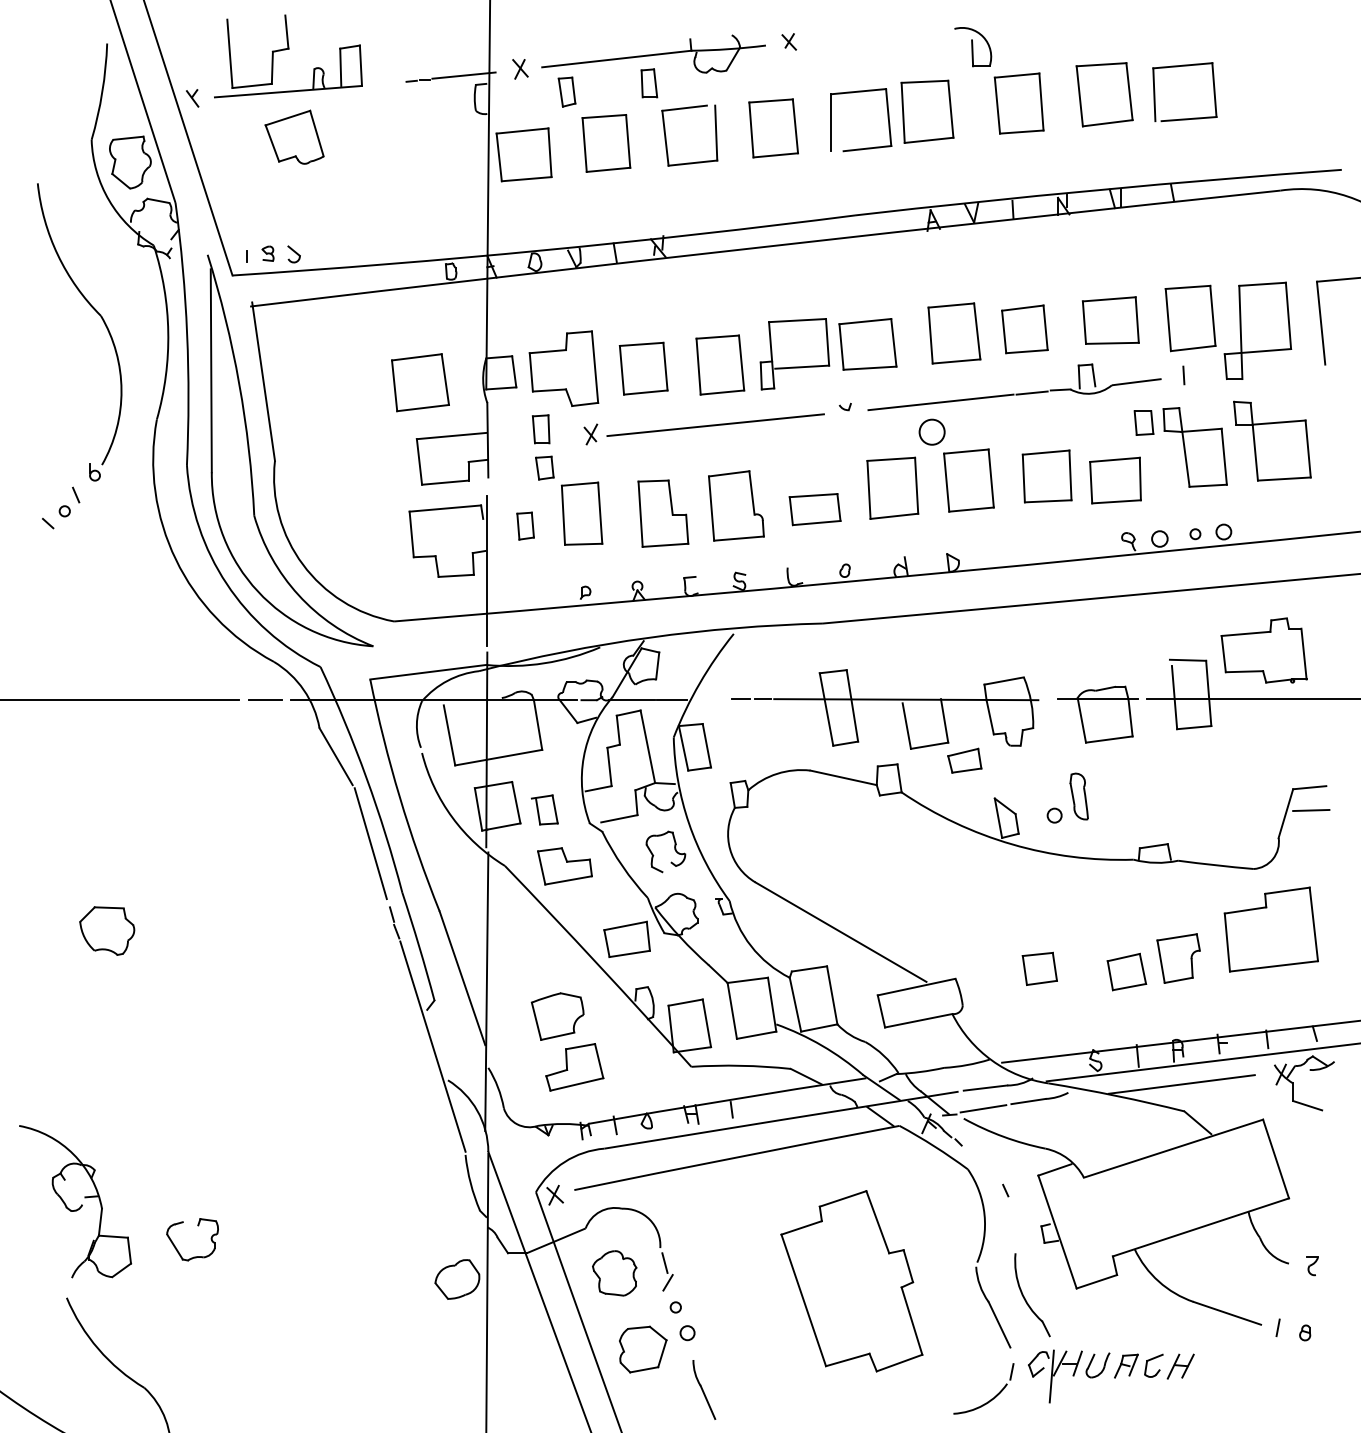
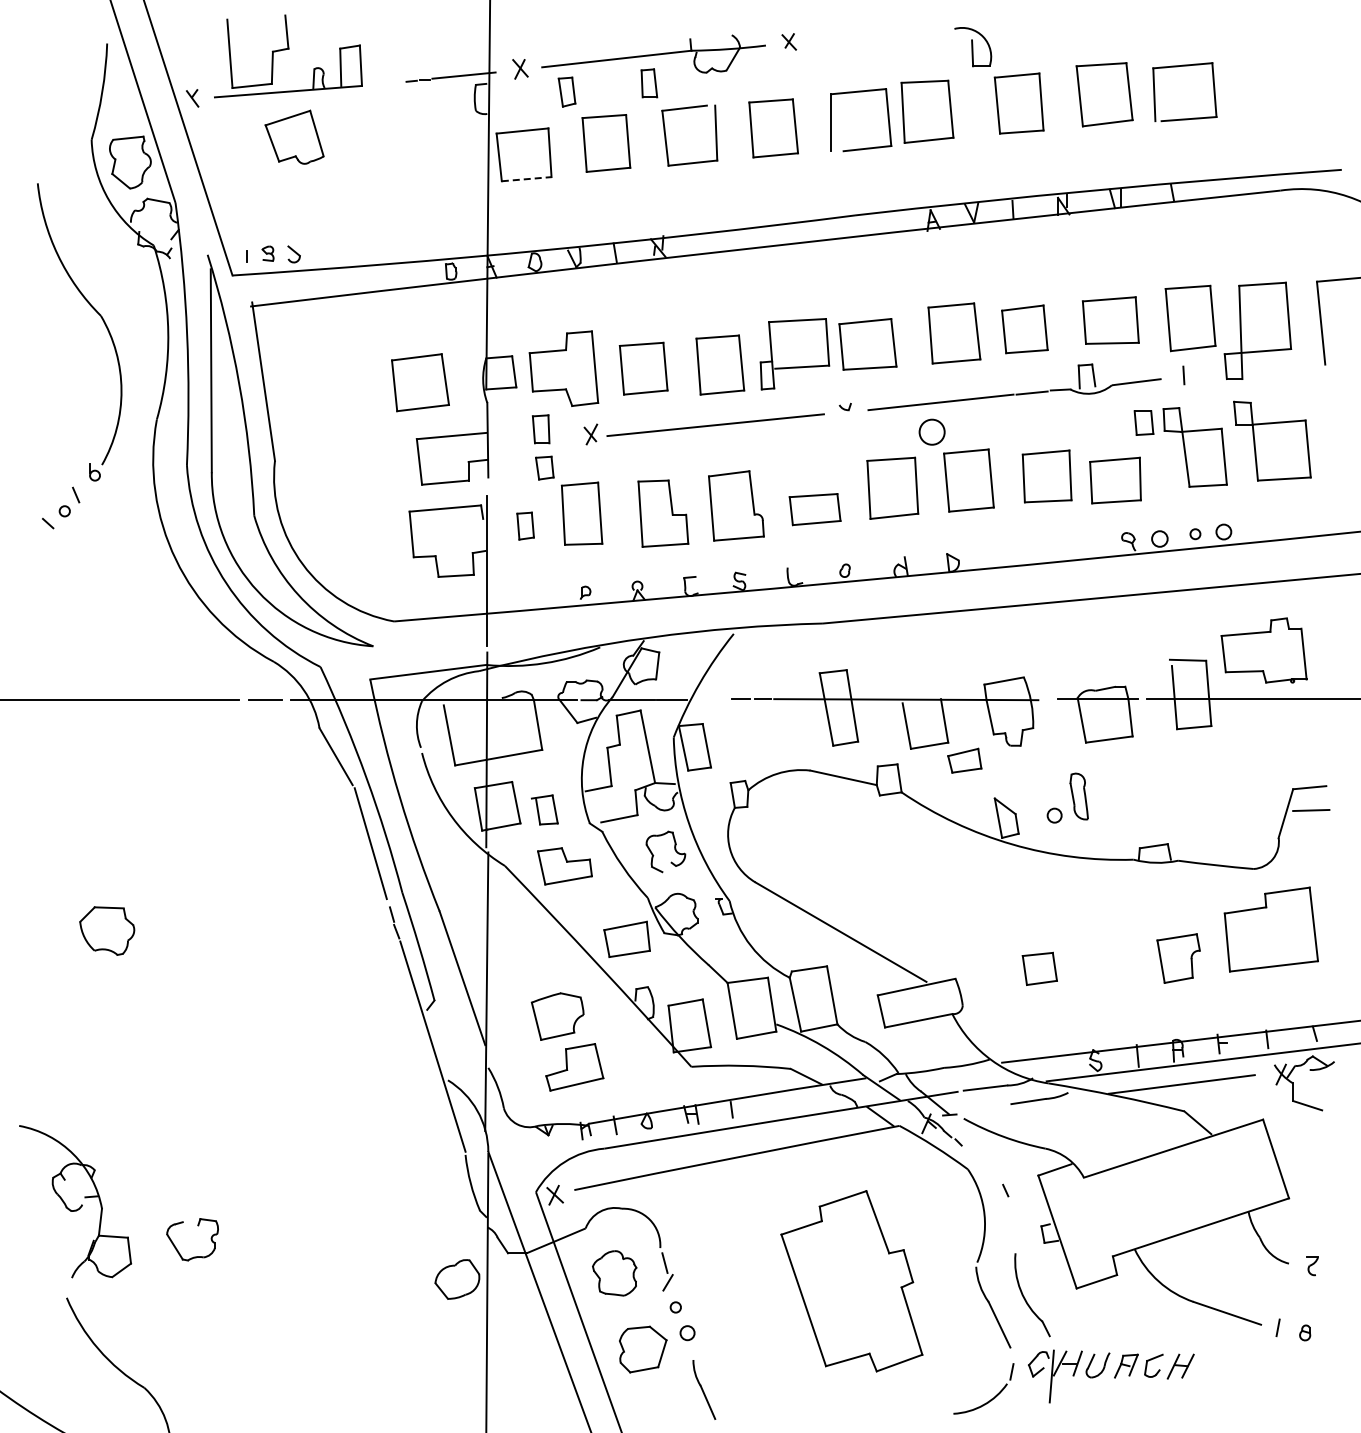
line at (526, 179): solid -> dashed
part at (1126, 971): present -> none
line at (983, 1108): present -> none
